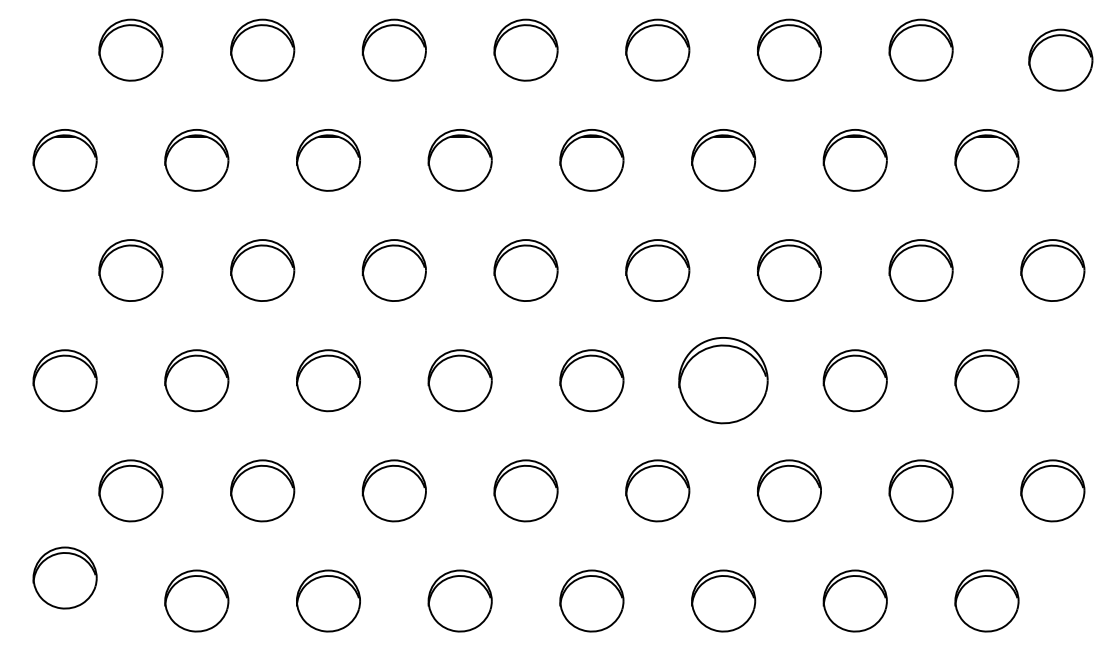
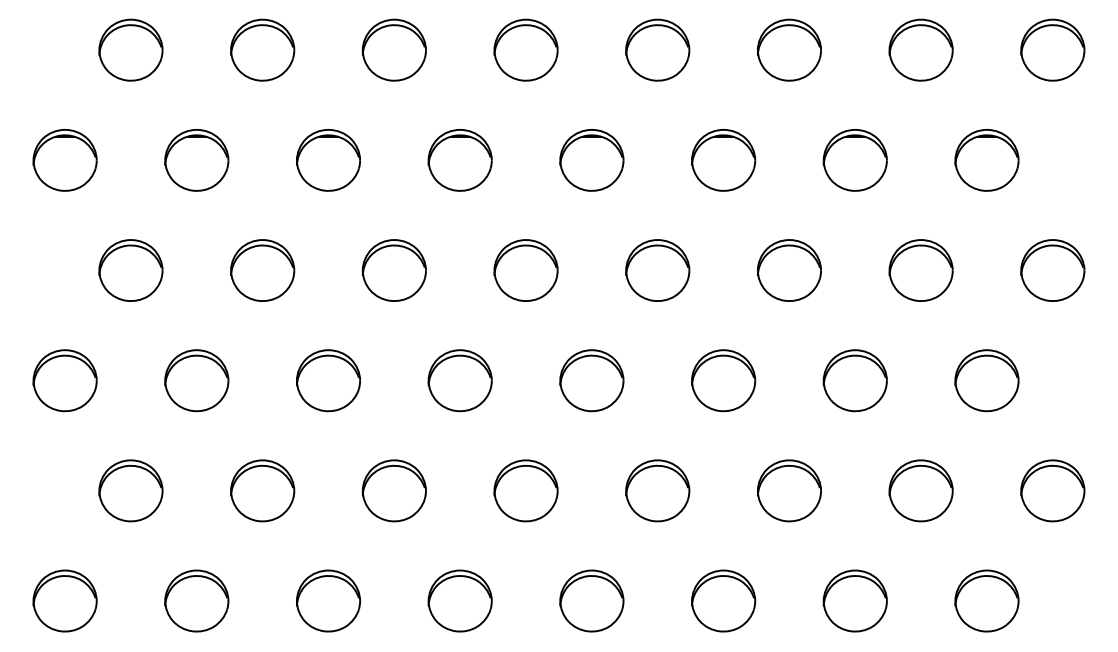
part at (1060, 59) position: (1060, 59) -> (1052, 49)
part at (723, 380) size: 91x88 px -> 66x64 px
part at (64, 577) position: (64, 577) -> (64, 600)
